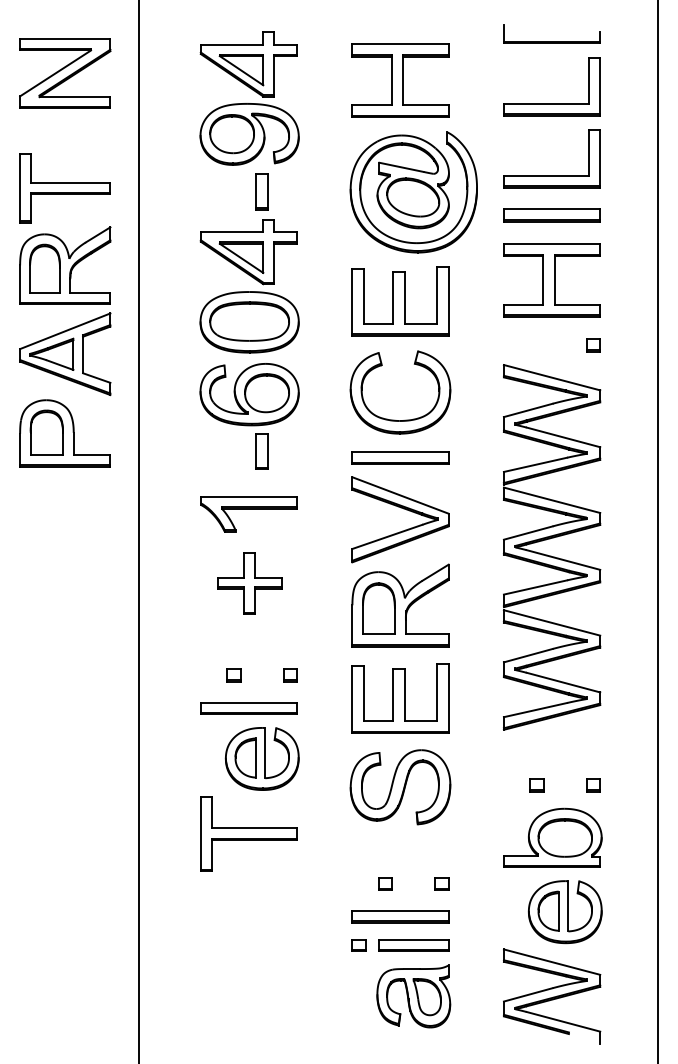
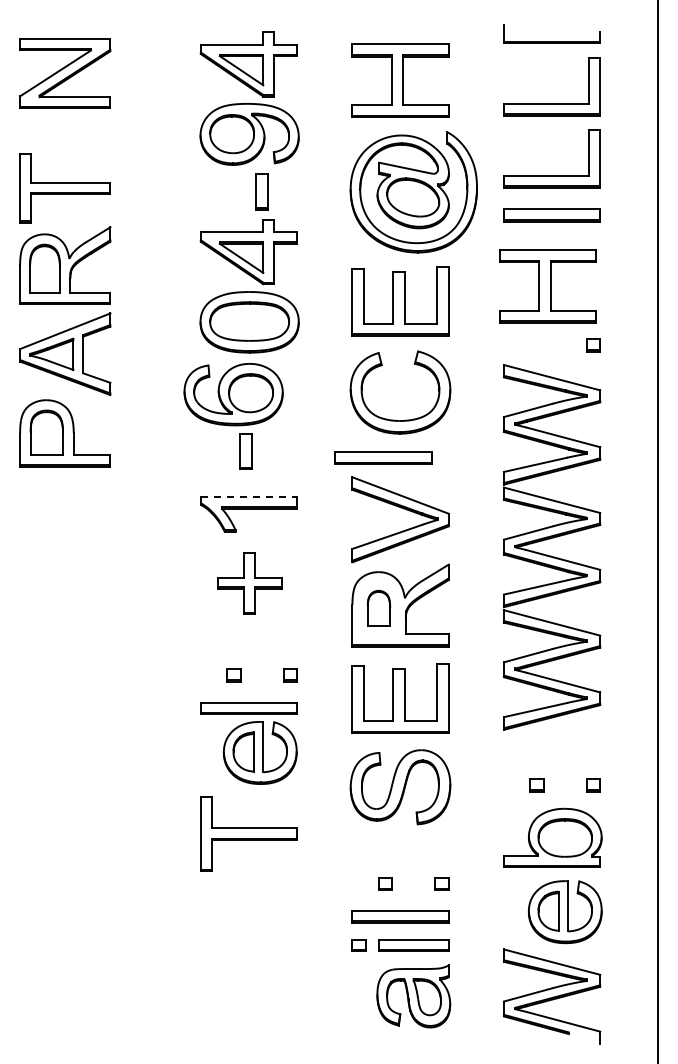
part at (551, 280) position: (551, 280) -> (547, 286)
part at (249, 416) position: (249, 416) -> (233, 416)
part at (400, 457) position: (400, 457) -> (383, 457)
line at (249, 497): solid -> dashed
line at (138, 531): present -> none
part at (378, 608) size: 34x53 px -> 26x37 px
part at (261, 758) position: (261, 758) -> (259, 752)
